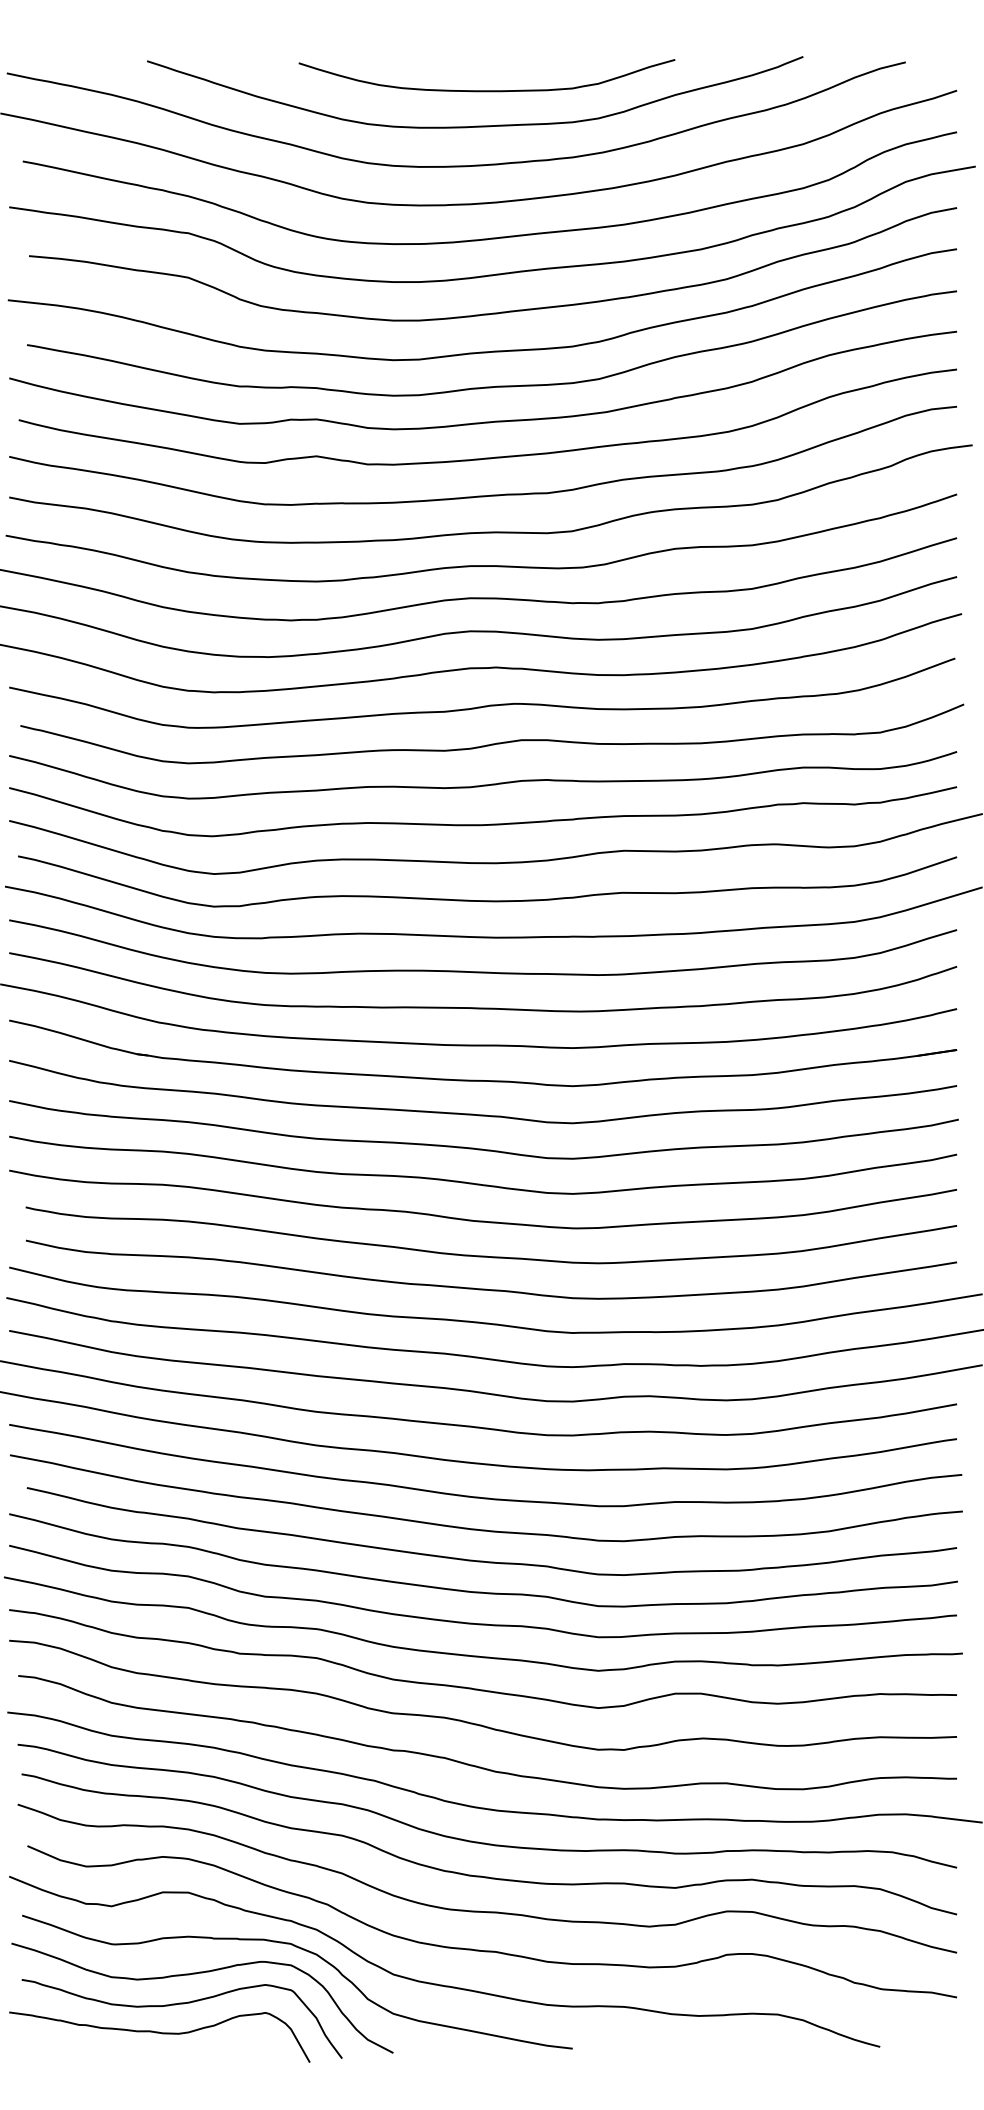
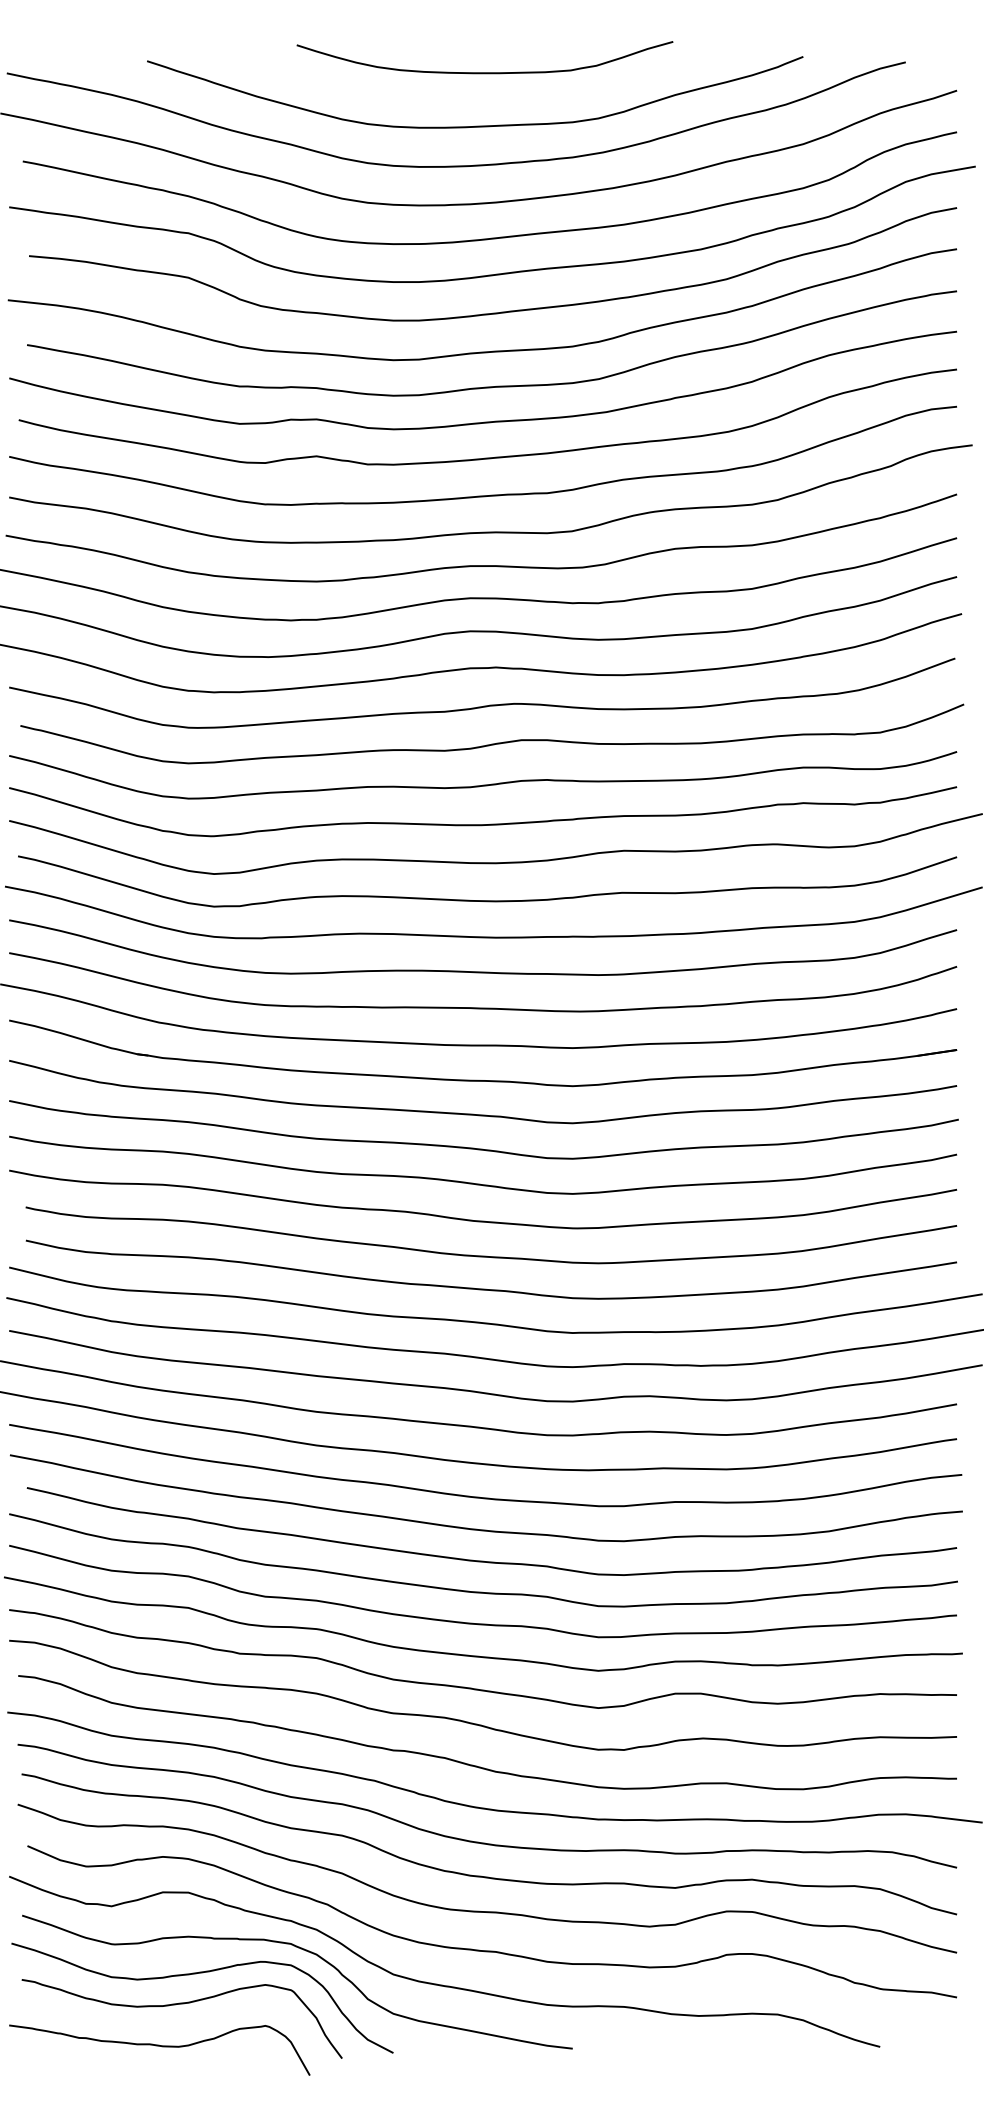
curve at (486, 90) position: (486, 90) -> (484, 72)
curve at (159, 2033) position: (159, 2033) -> (159, 2046)
